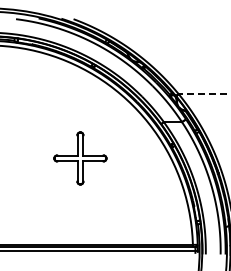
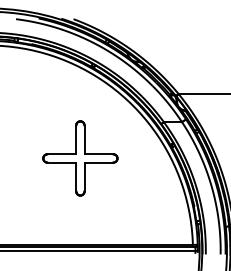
line at (204, 94): dashed -> solid
part at (80, 158) size: 55x55 px -> 77x77 px
